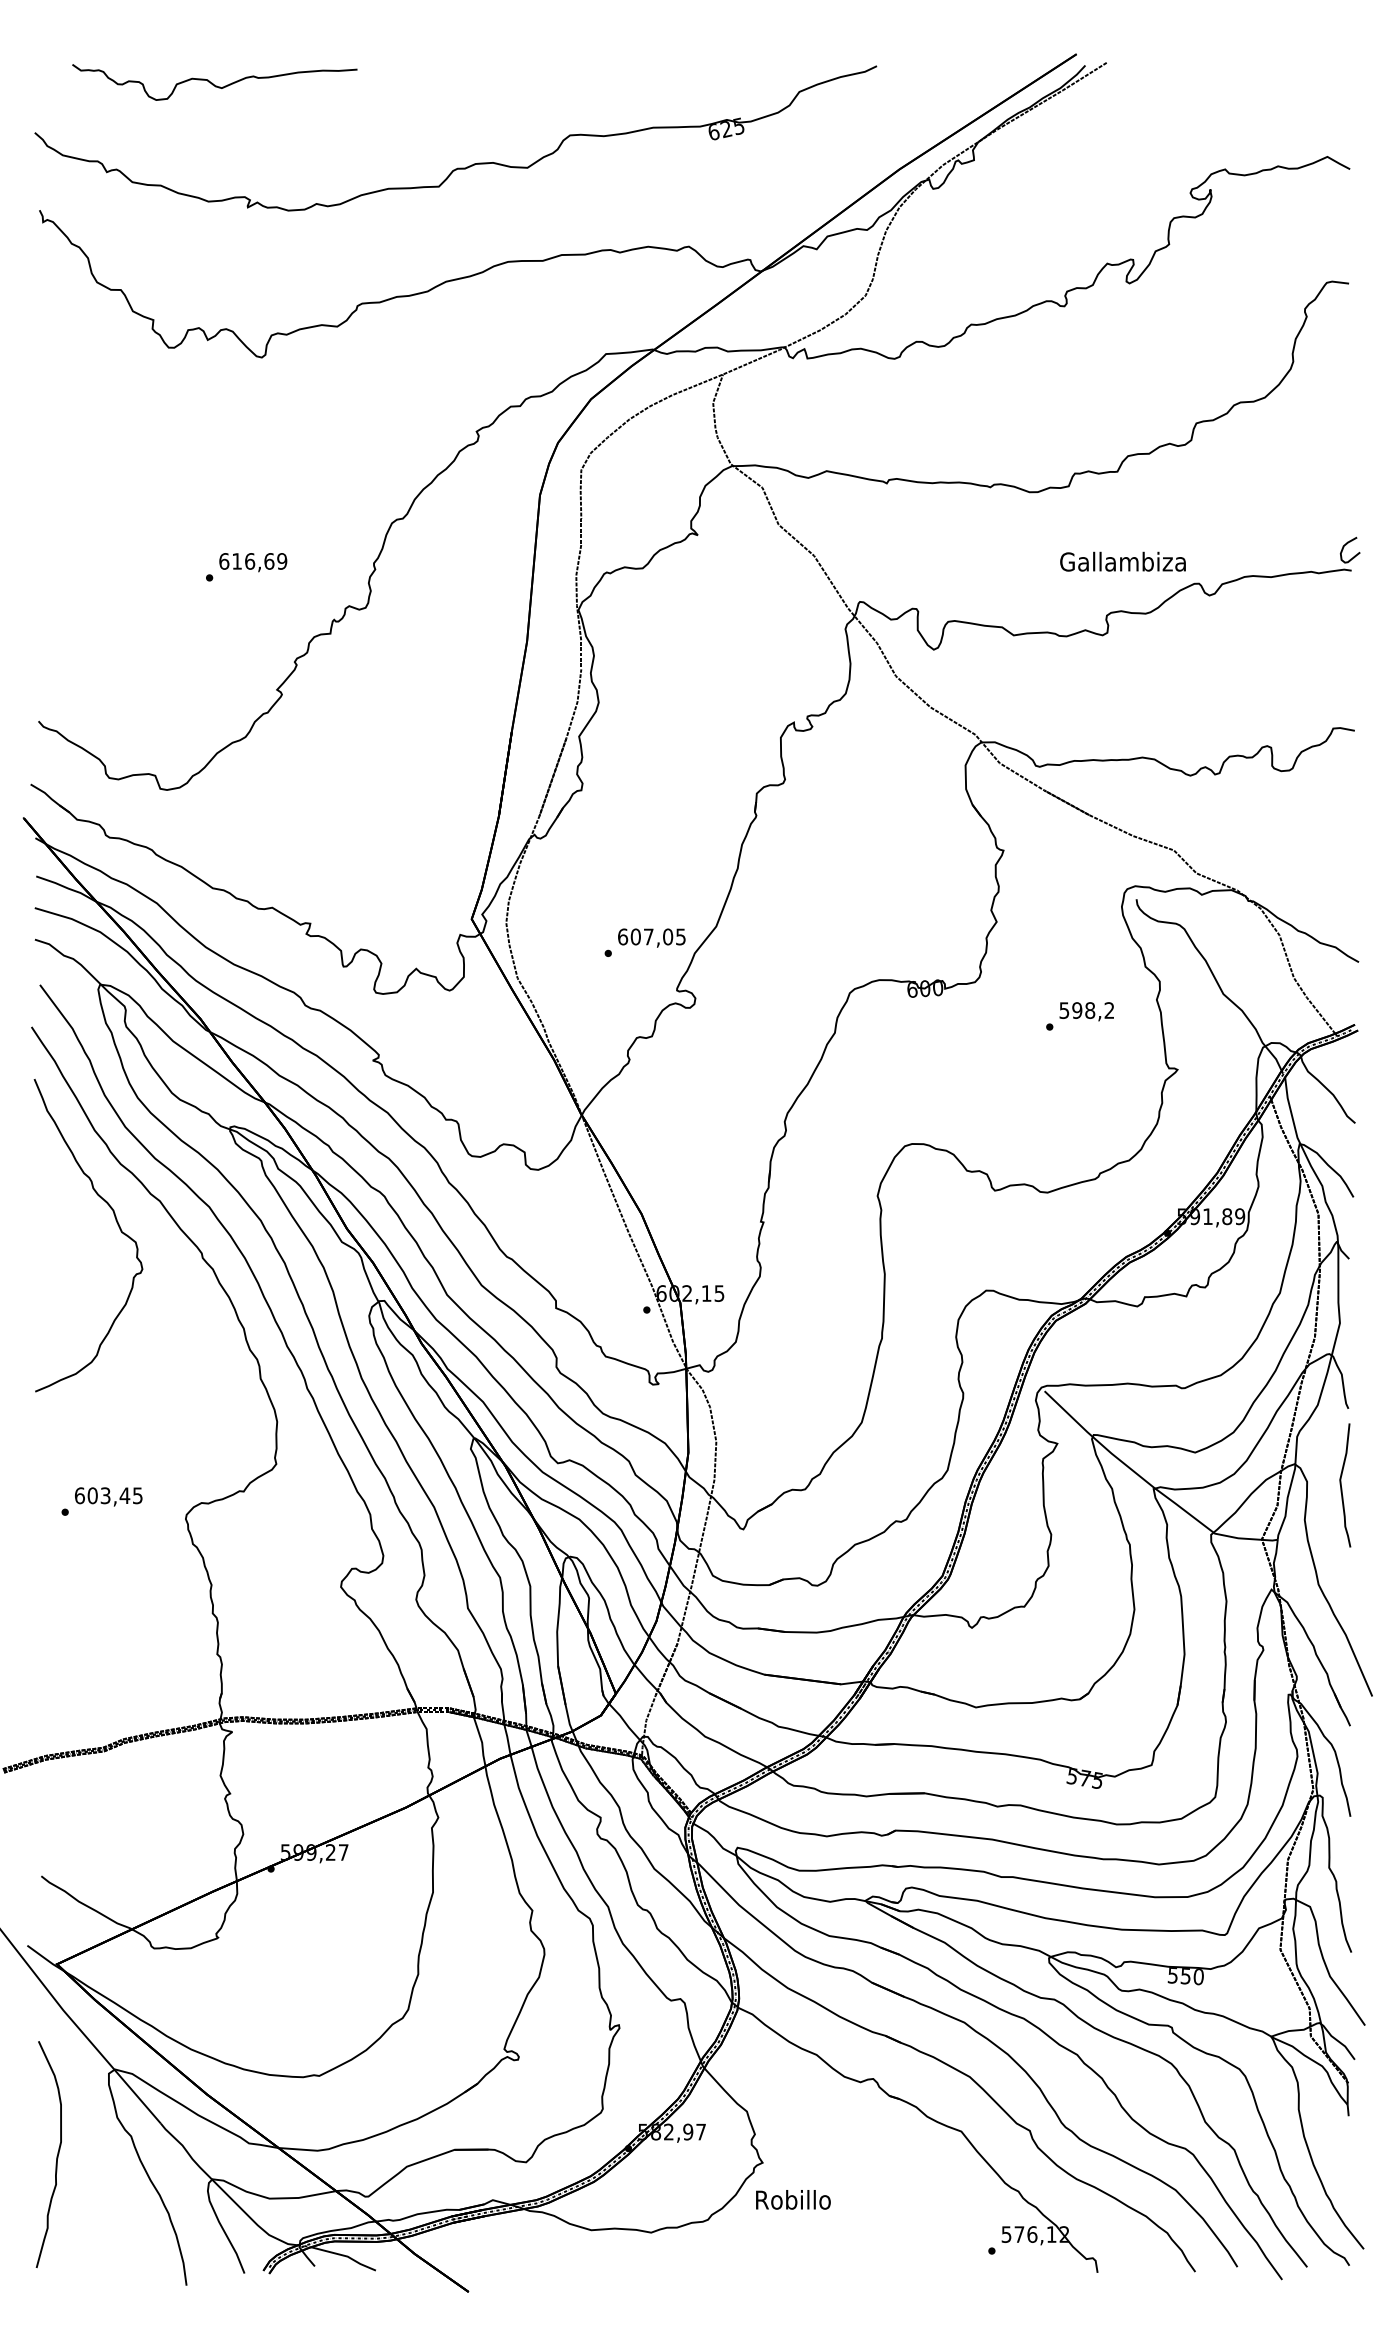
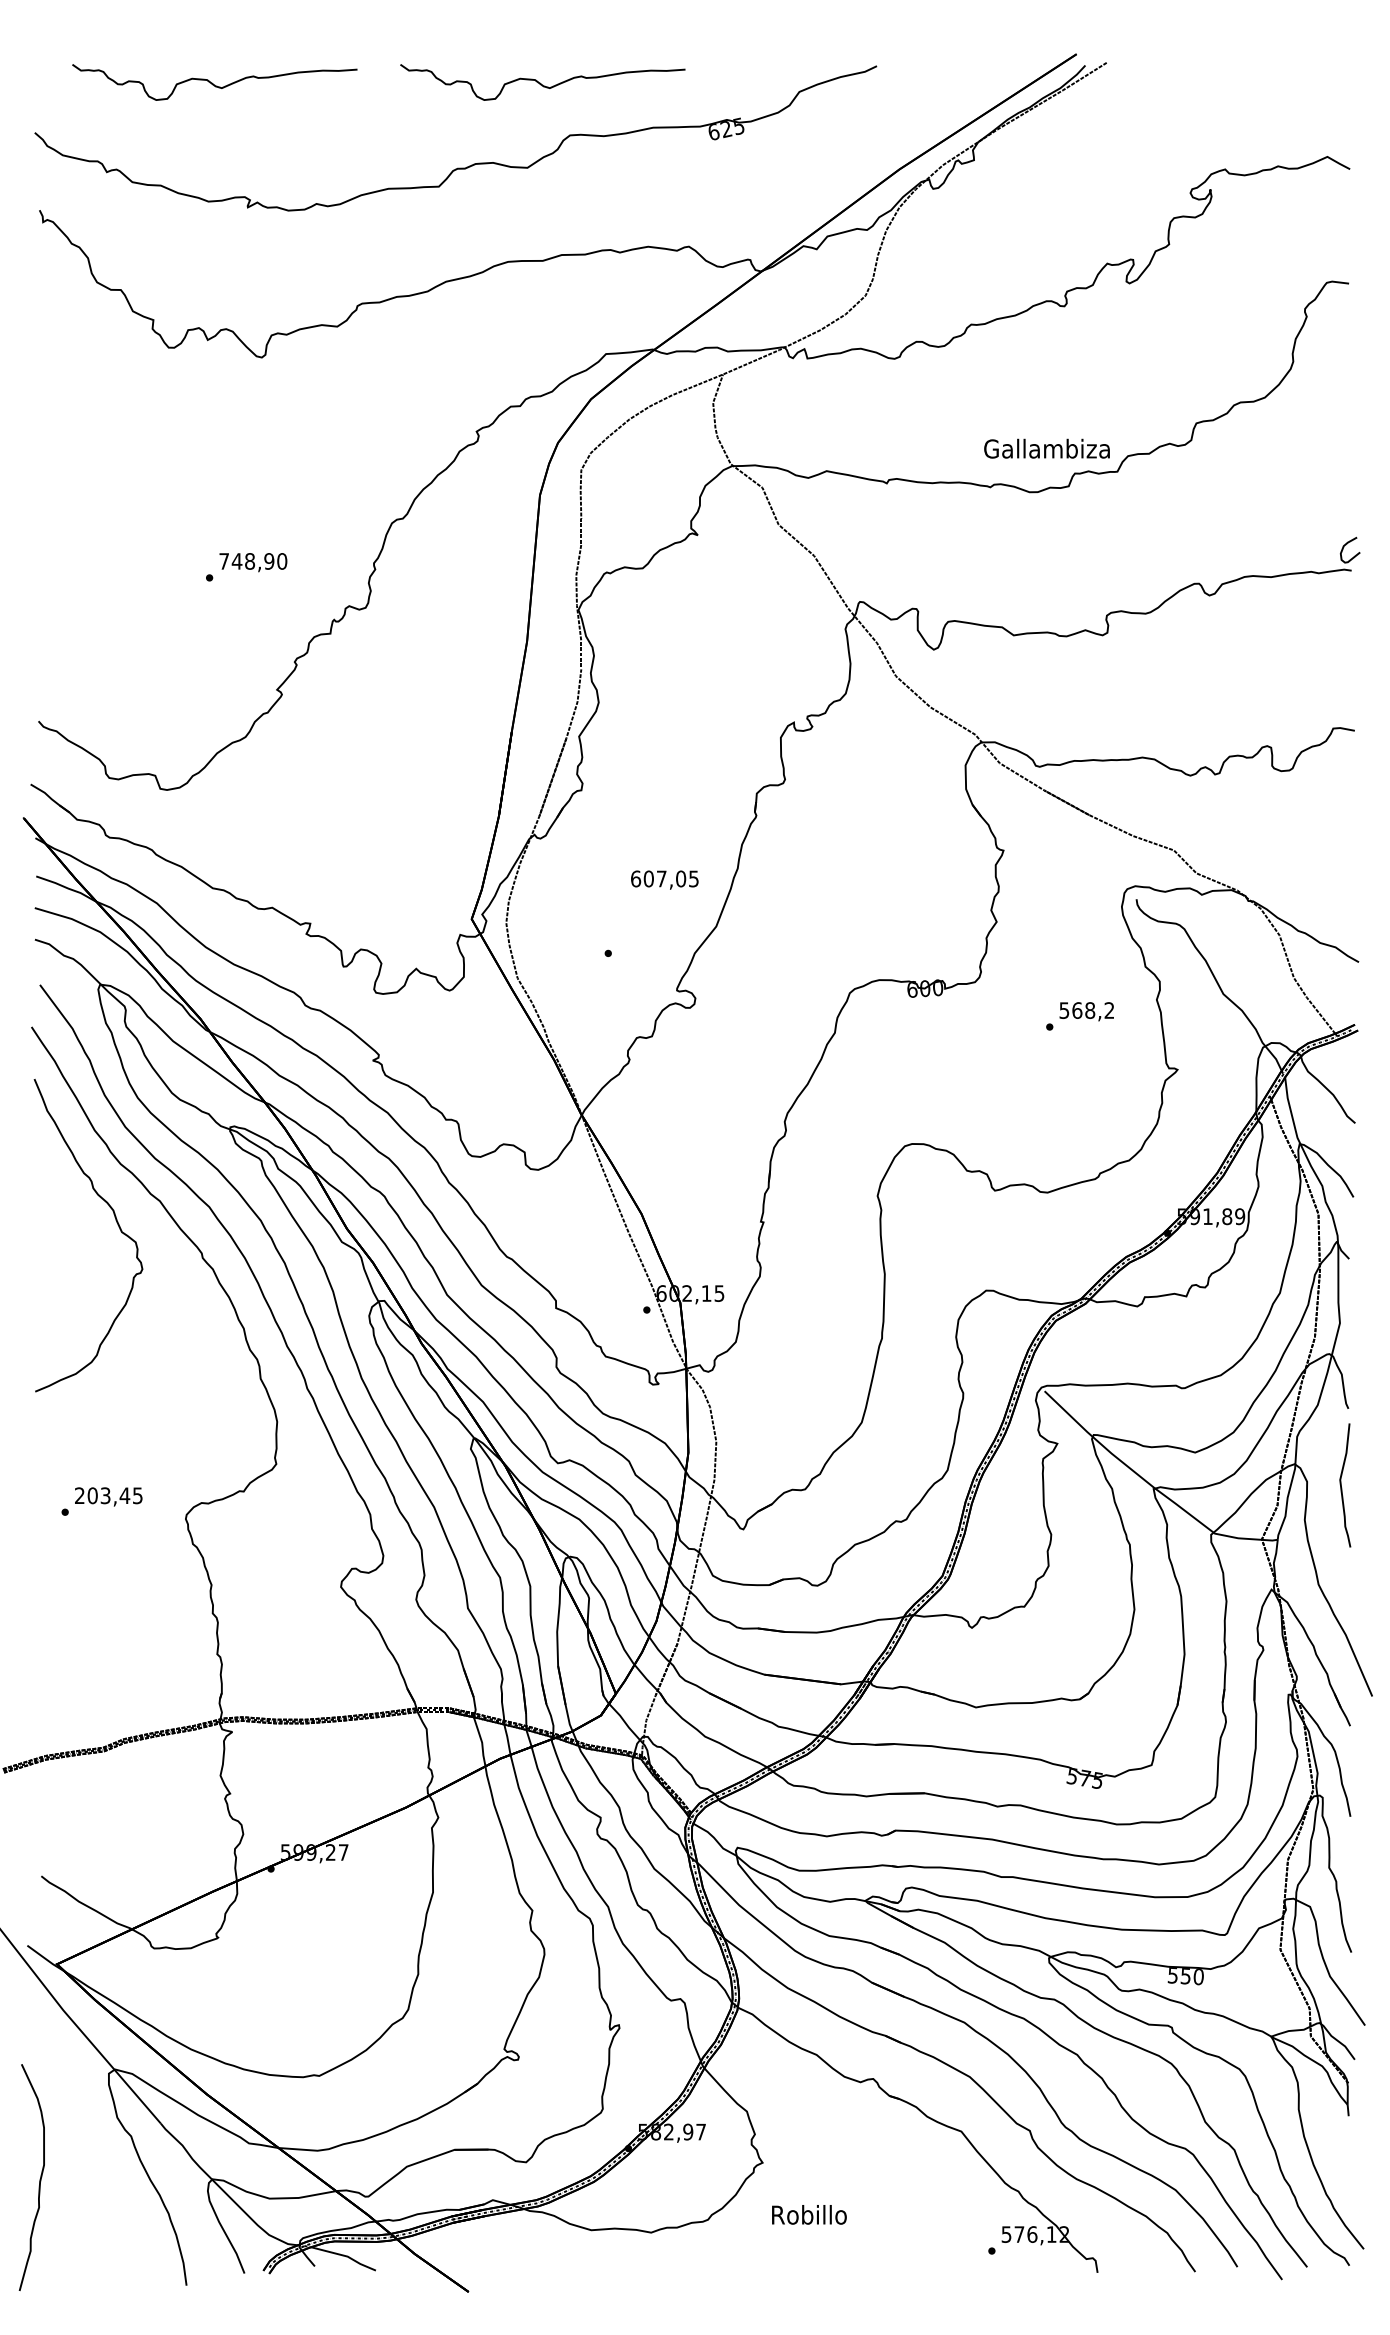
curve at (541, 83): none -> present
text at (253, 561): 616,69 -> 748,90
text at (1122, 561) position: (1122, 561) -> (1046, 448)
text at (651, 937) position: (651, 937) -> (664, 879)
text at (1077, 1010): 598,2 -> 568,2
text at (79, 1495): 603,45 -> 203,45
curve at (56, 2156) position: (56, 2156) -> (39, 2179)
text at (793, 2199) position: (793, 2199) -> (809, 2214)
